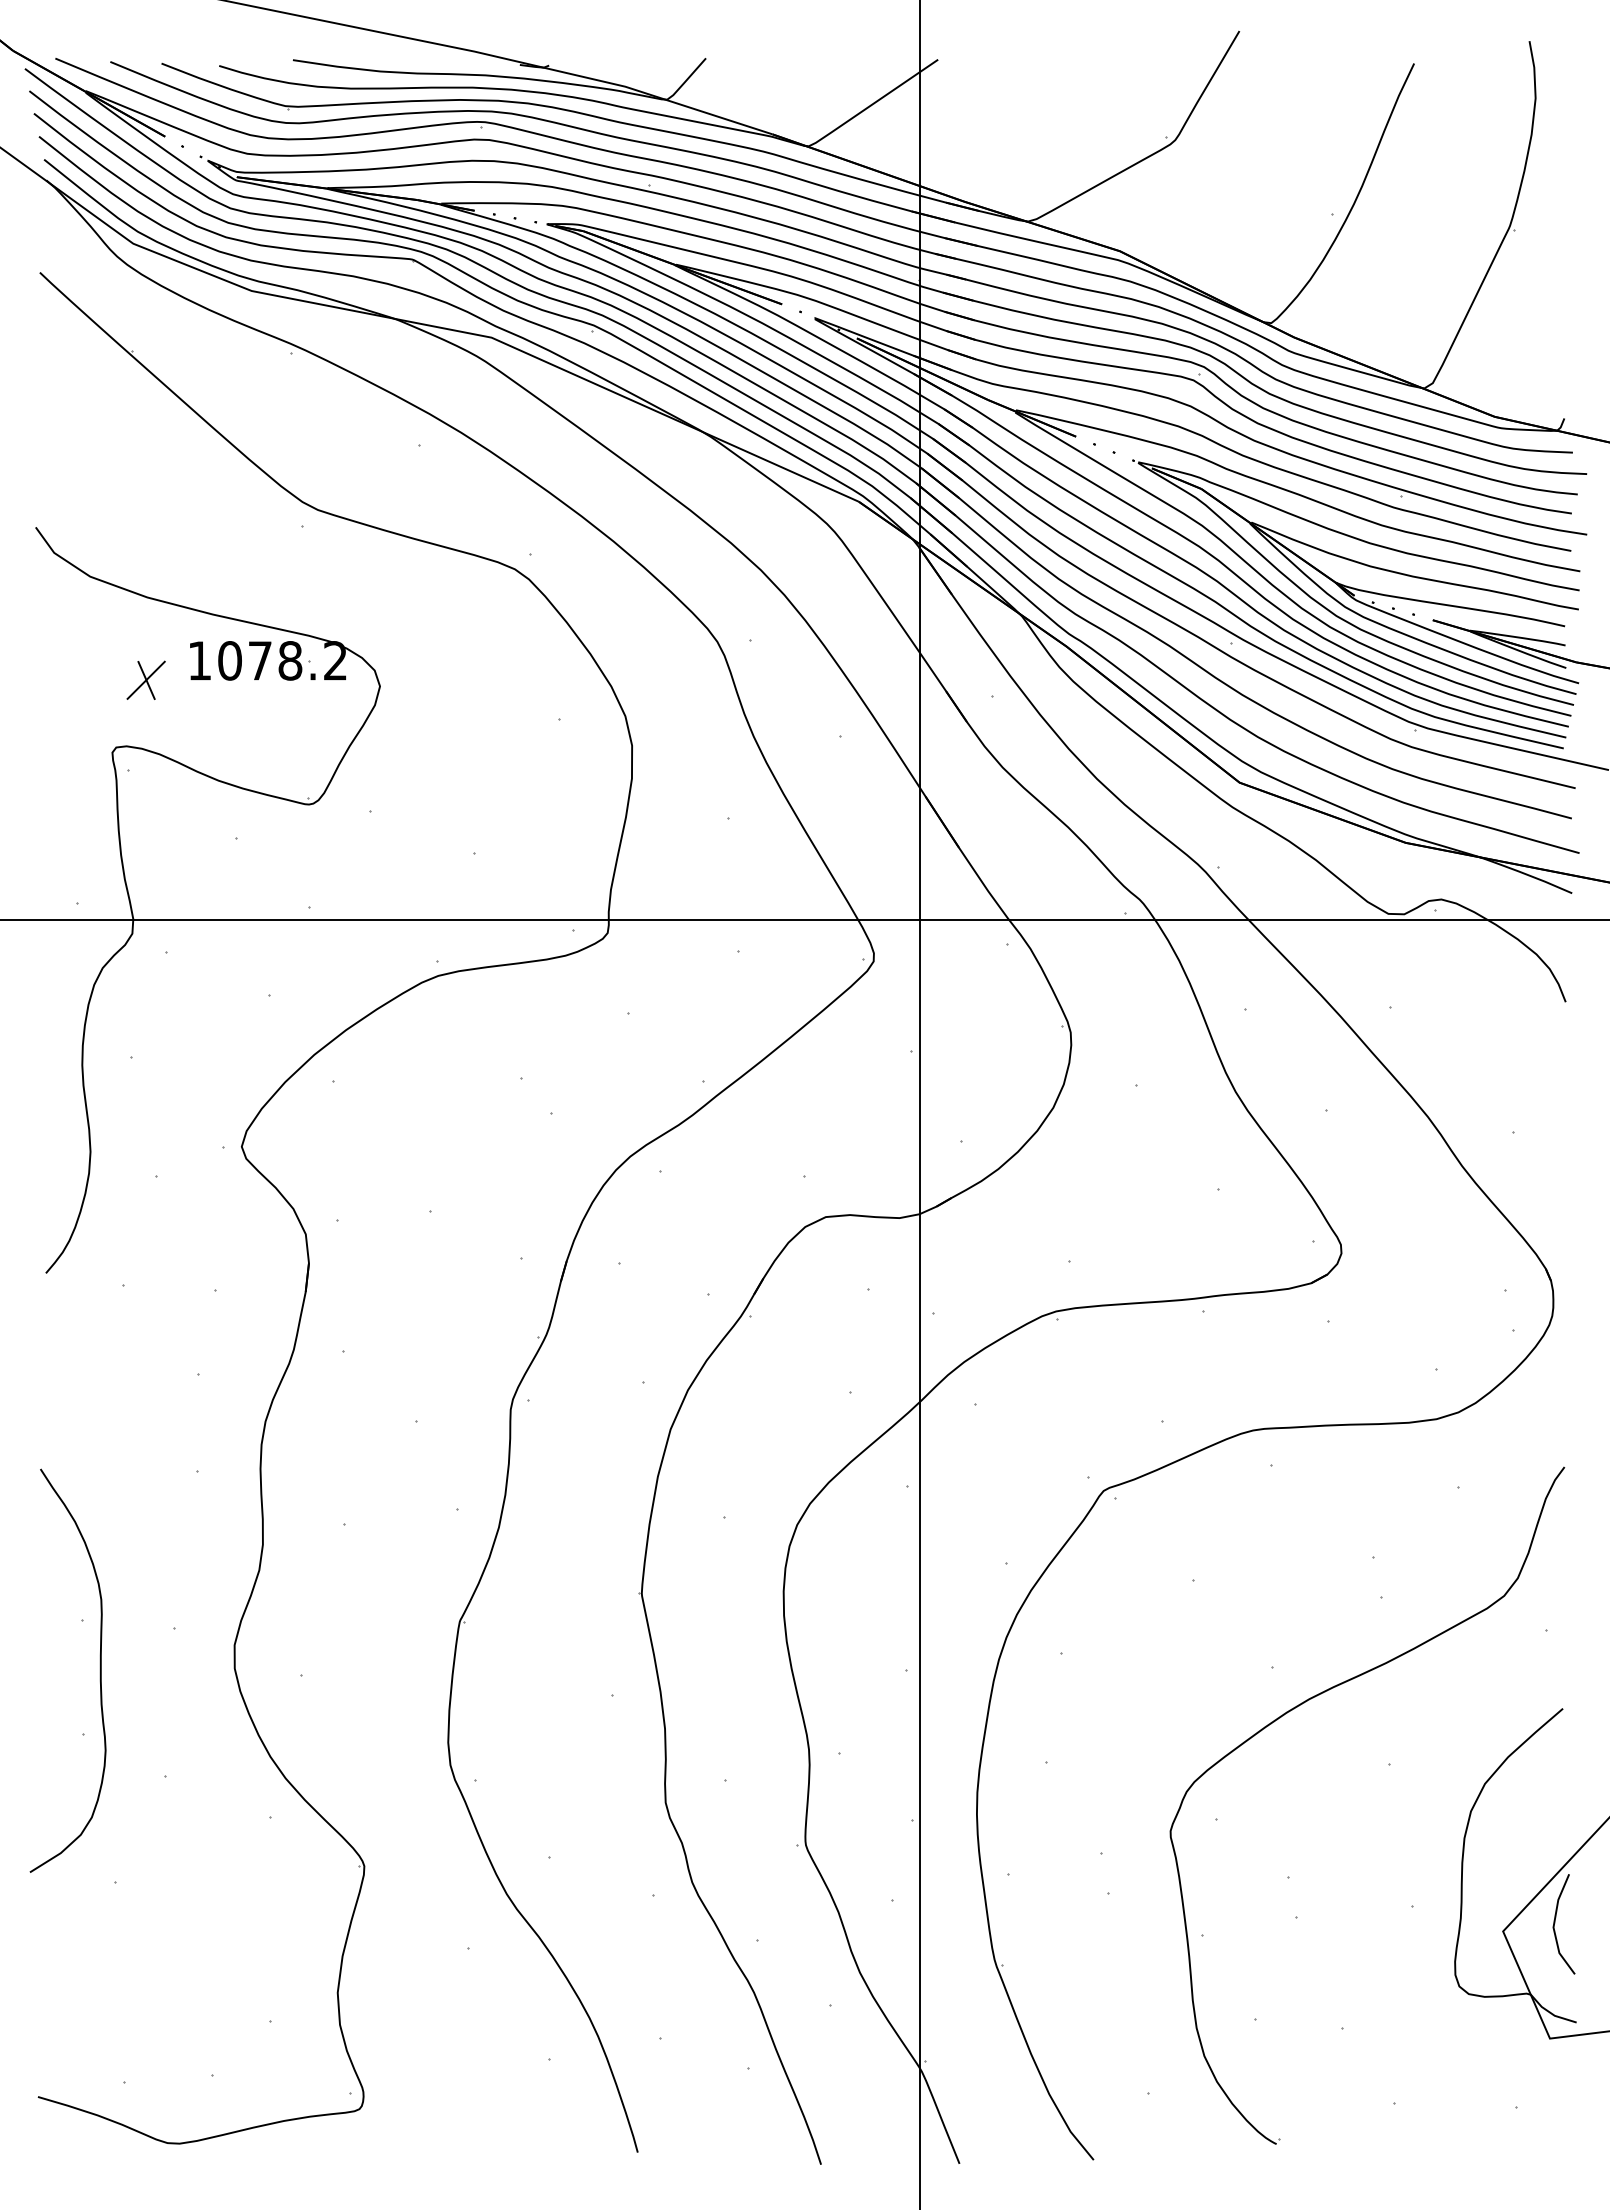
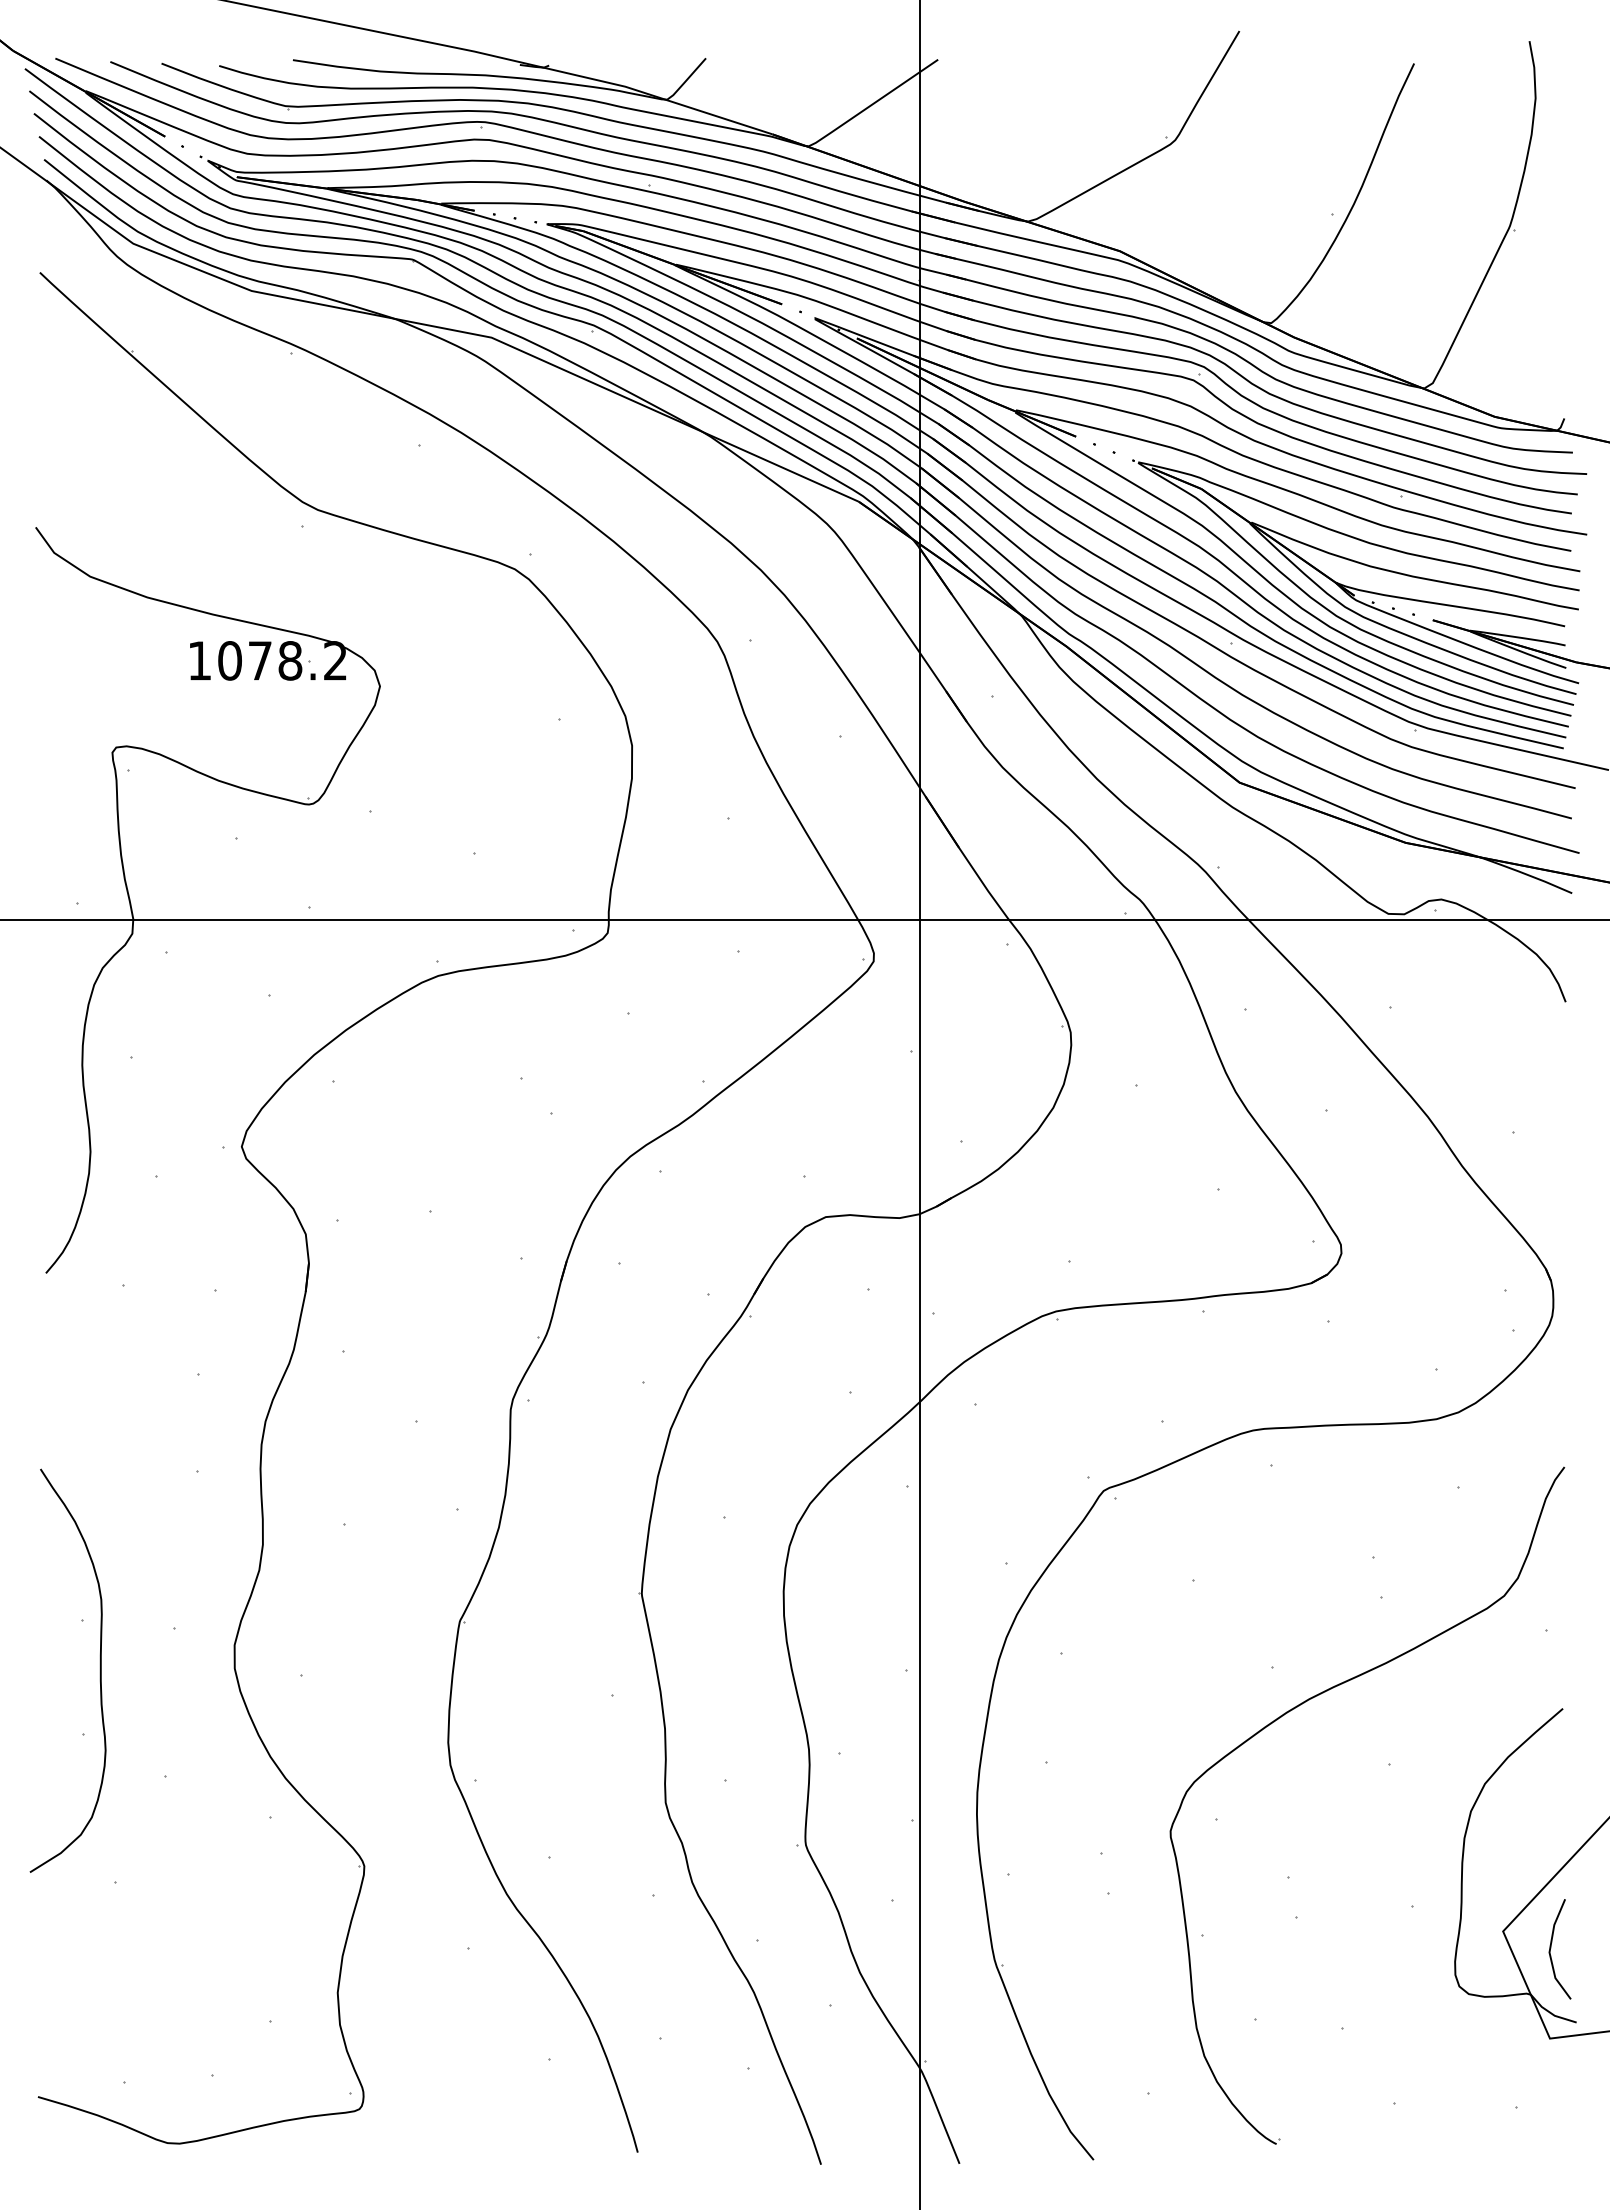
part at (145, 679): present -> none
line at (1555, 1923) position: (1555, 1923) -> (1551, 1948)
